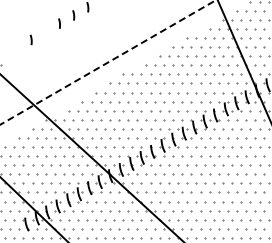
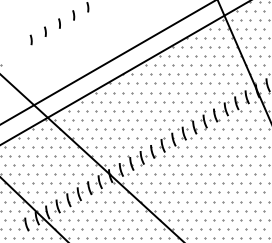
arc at (45, 31): none -> present
line at (108, 62): dashed -> solid
line at (124, 72): none -> present
